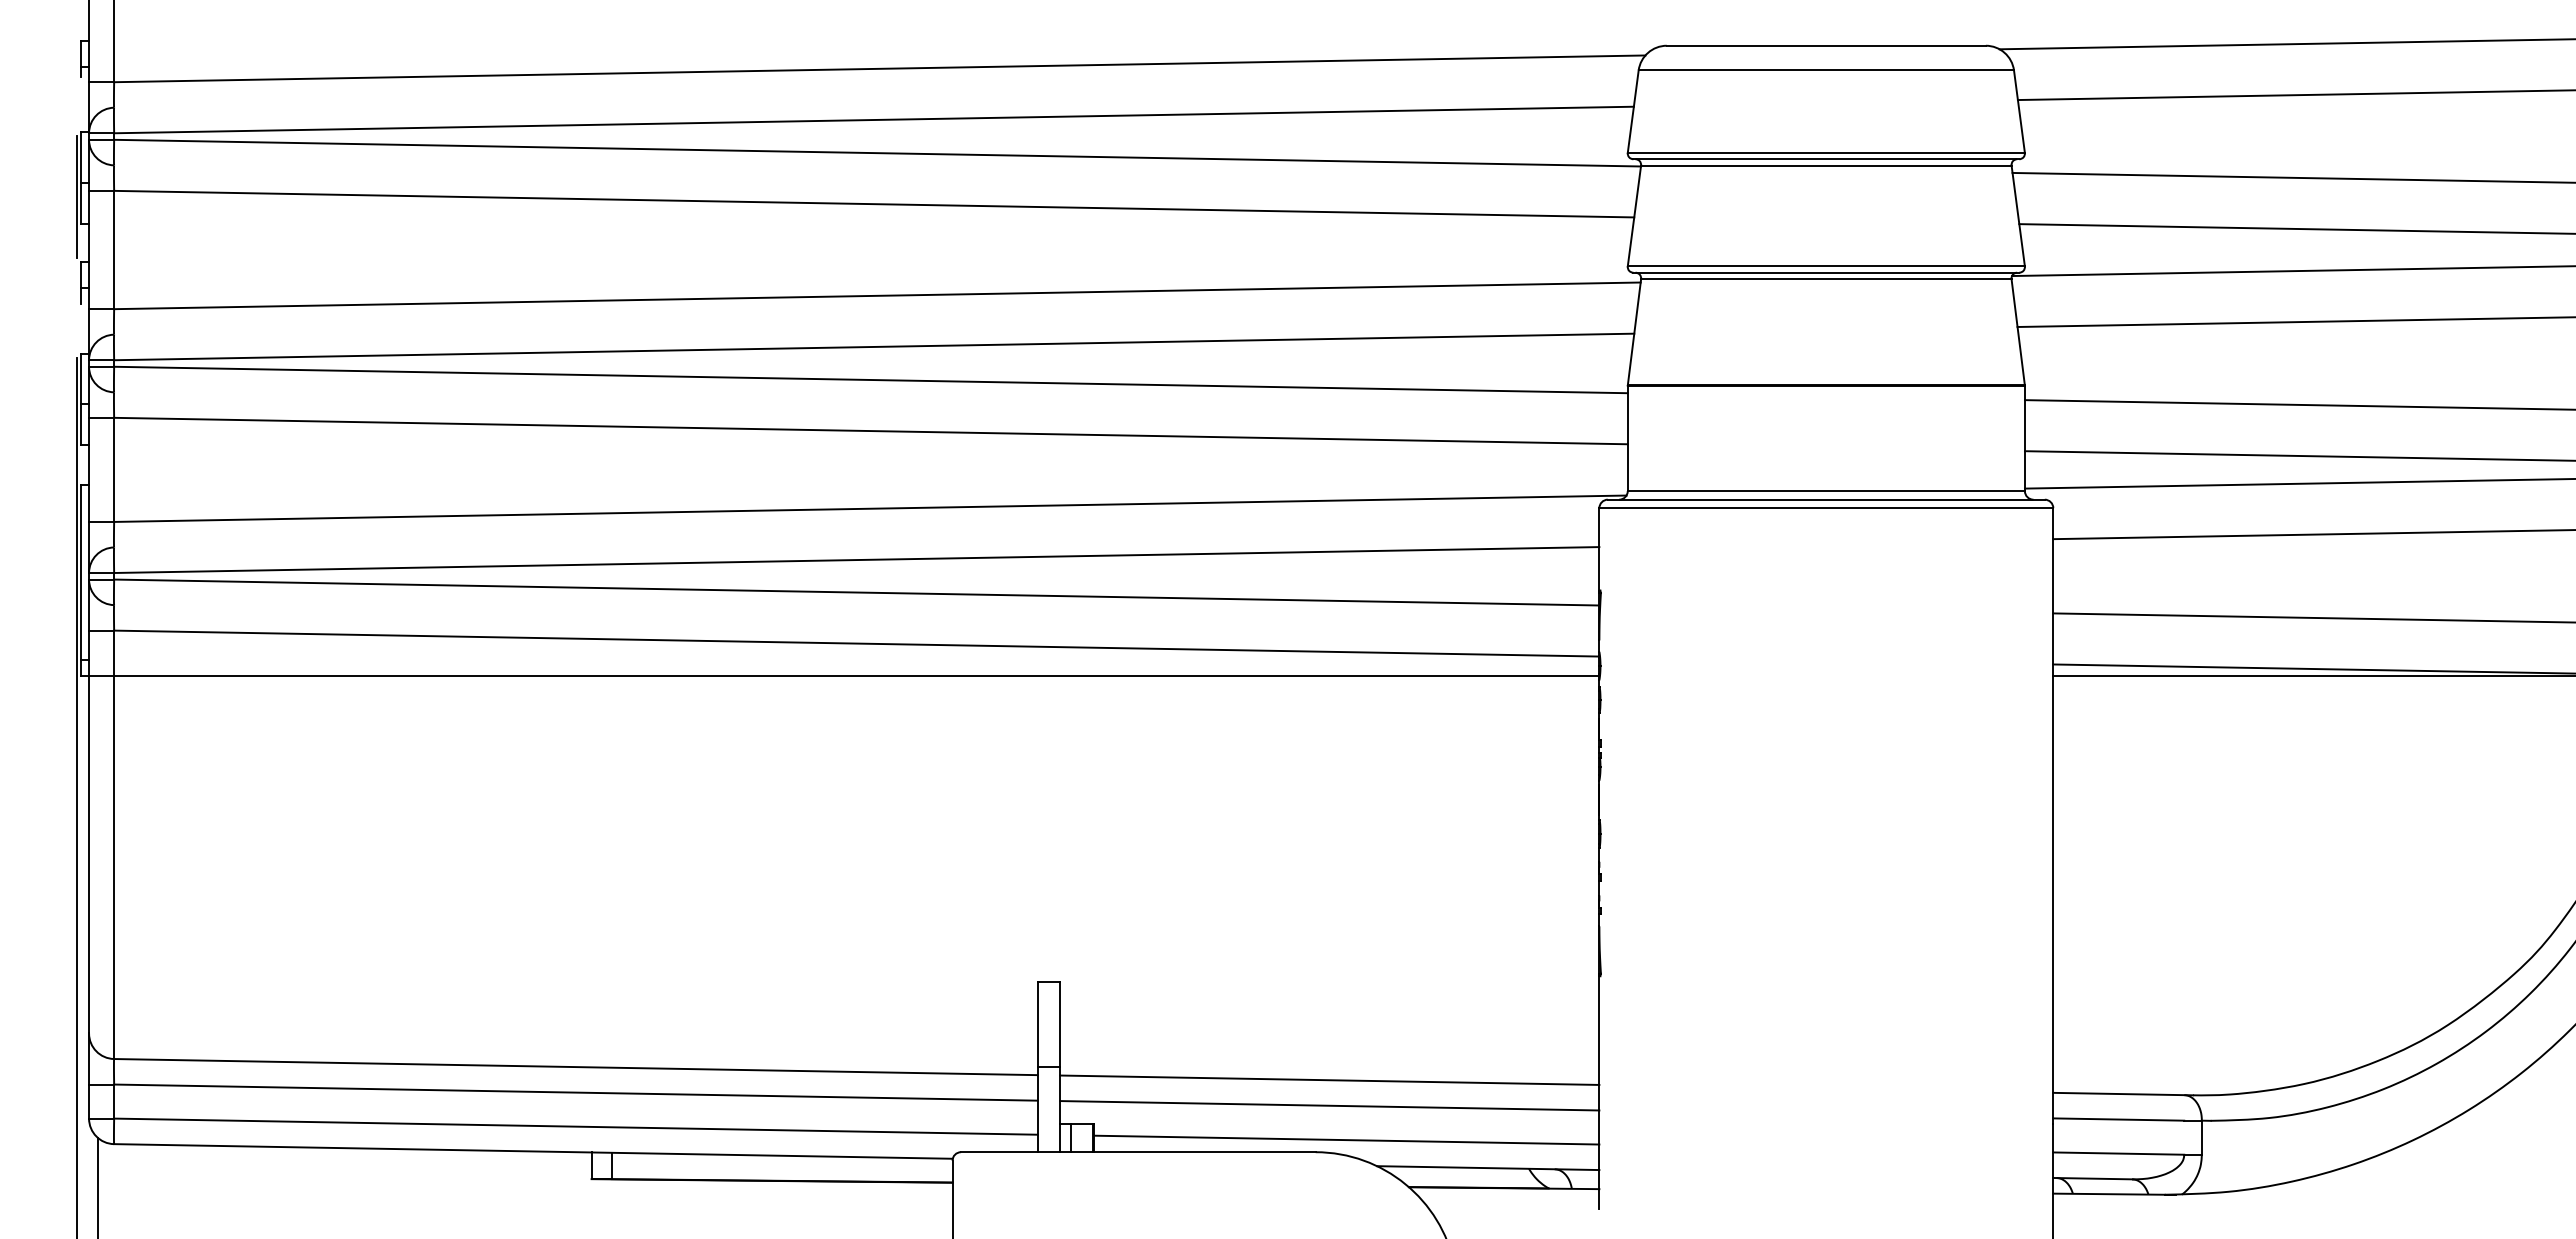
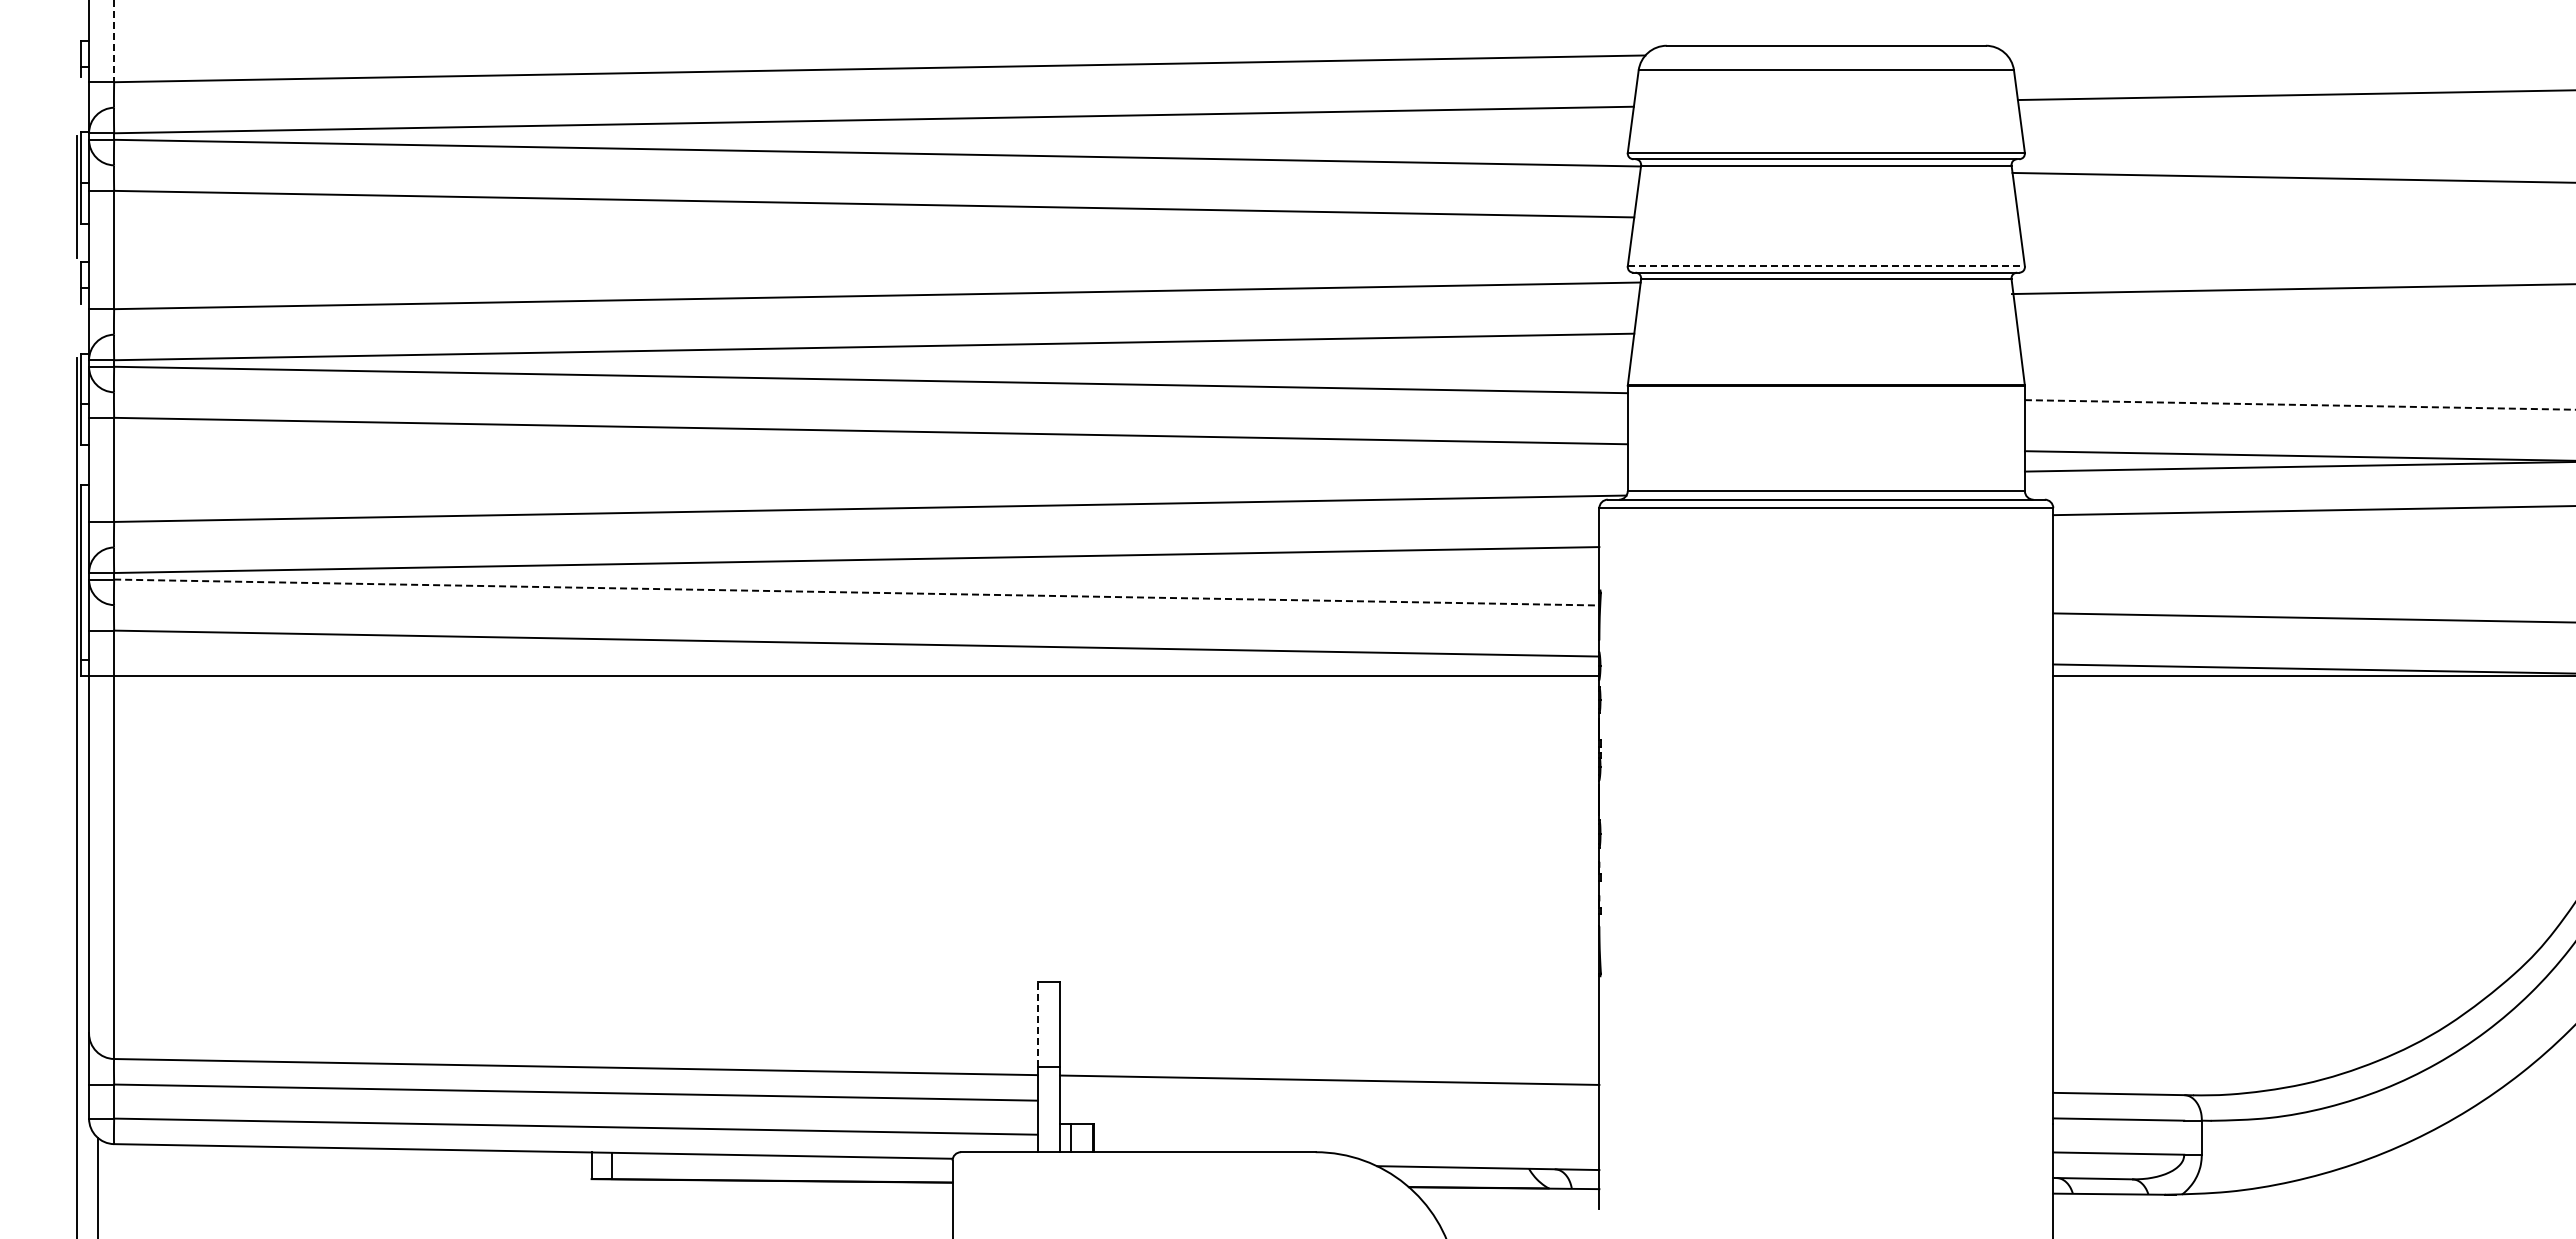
line at (114, 41): solid -> dashed
line at (2285, 44): present -> none
line at (2295, 228): present -> none
line at (1826, 266): solid -> dashed
line at (2292, 271) position: (2292, 271) -> (2292, 289)
line at (2294, 322): present -> none
line at (2300, 404): solid -> dashed
line at (2298, 483) position: (2298, 483) -> (2298, 466)
line at (2312, 534) position: (2312, 534) -> (2312, 510)
line at (856, 592): solid -> dashed
line at (1037, 1024): solid -> dashed
line at (1329, 1105): present -> none
line at (1346, 1139): present -> none
